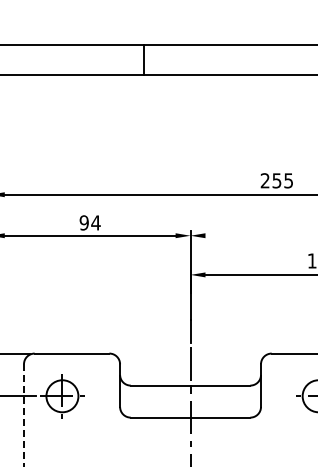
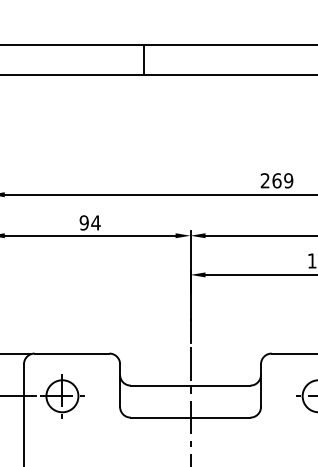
text at (282, 180): 255 -> 269
line at (259, 235): none -> present
line at (24, 415): dashed -> solid
